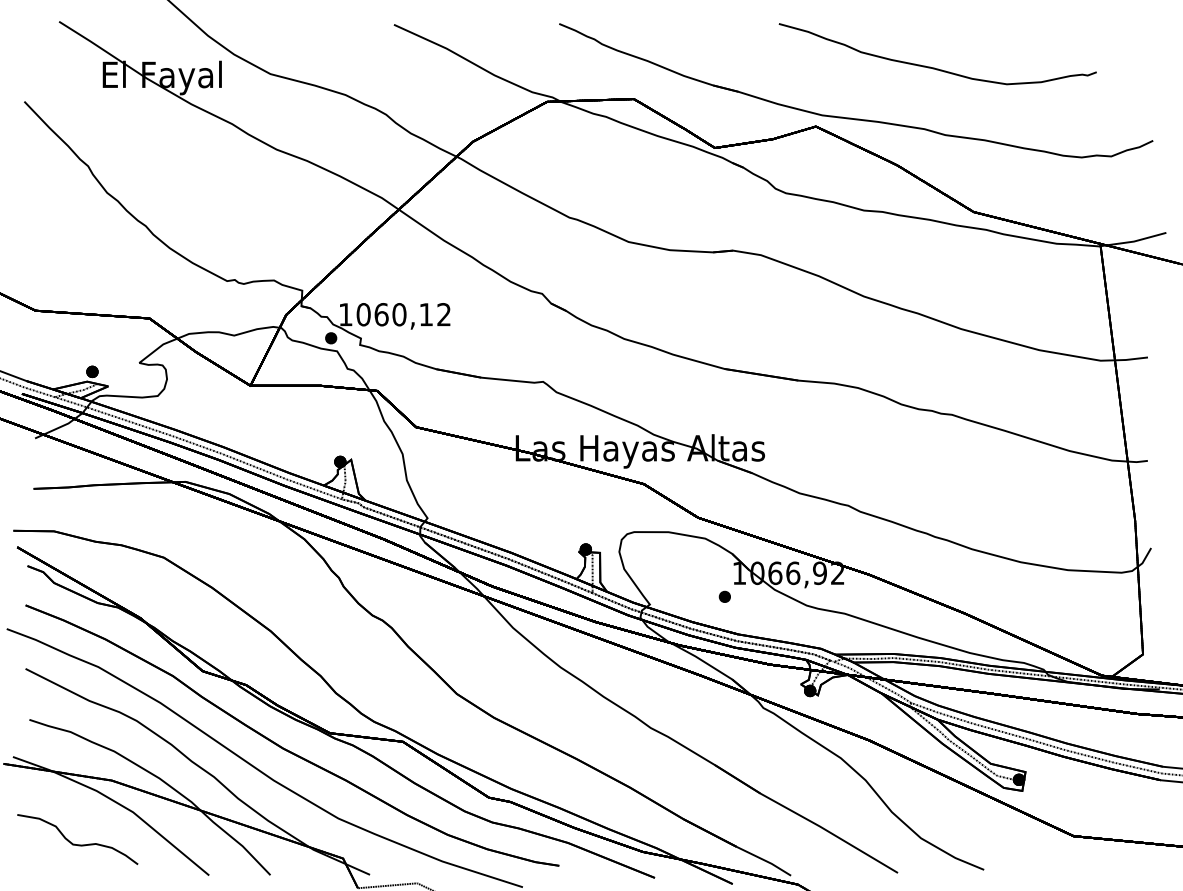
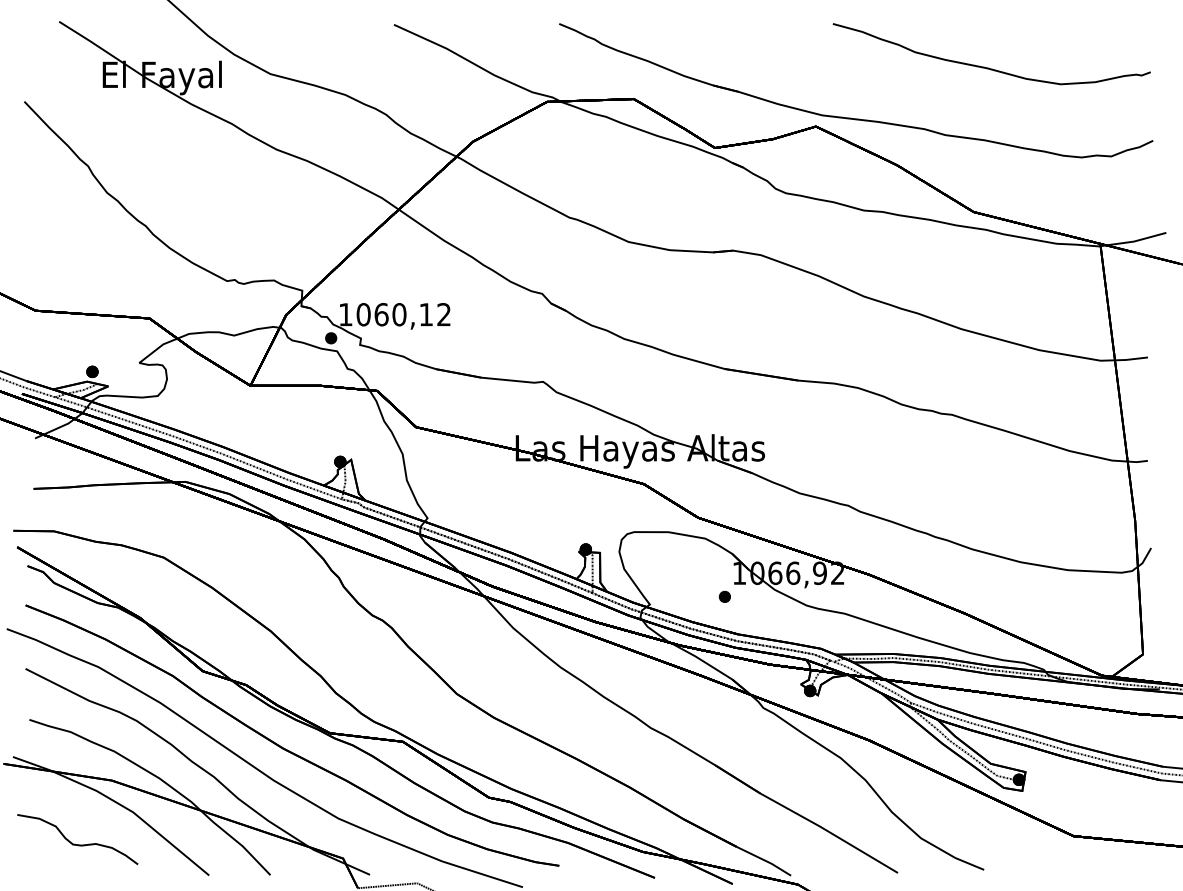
part at (934, 67) position: (934, 67) -> (988, 67)
